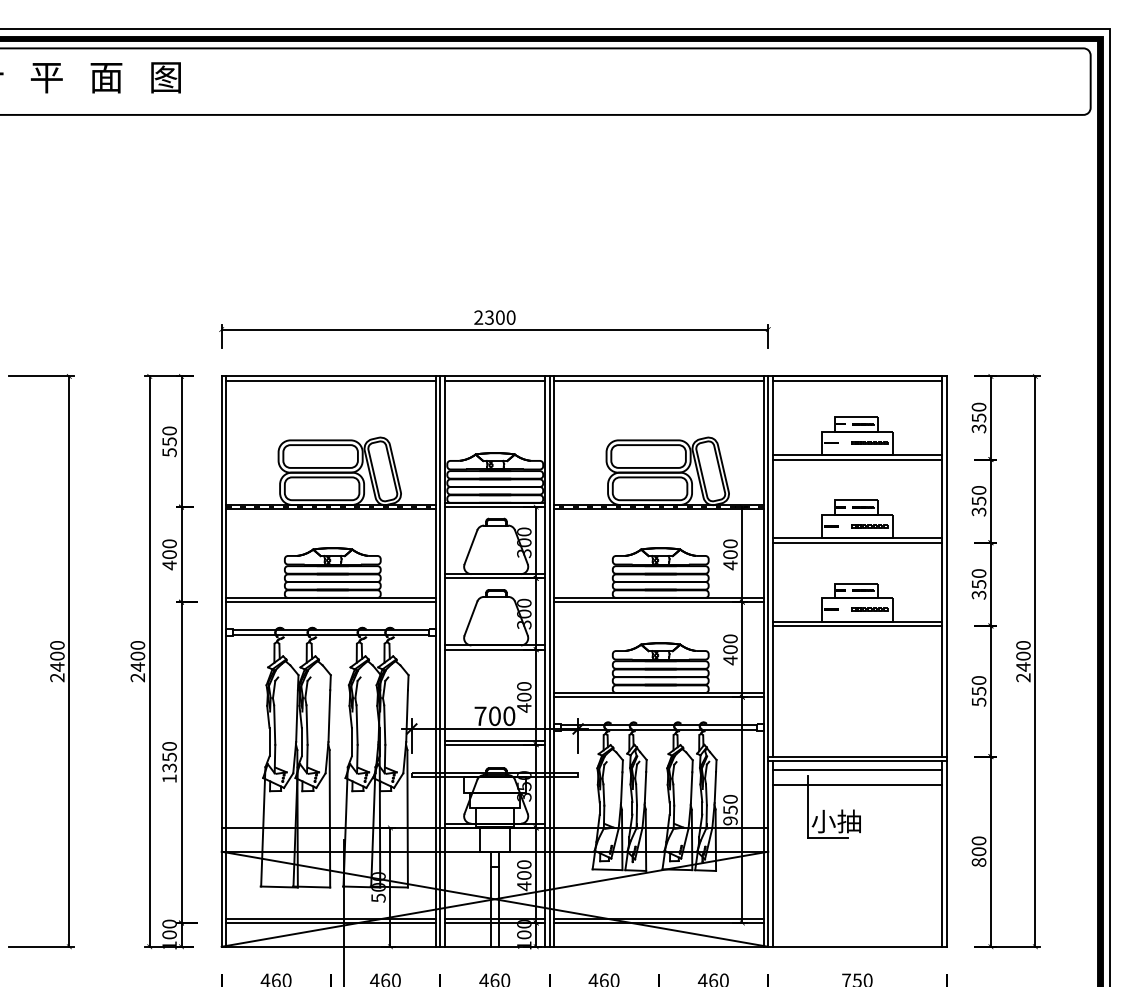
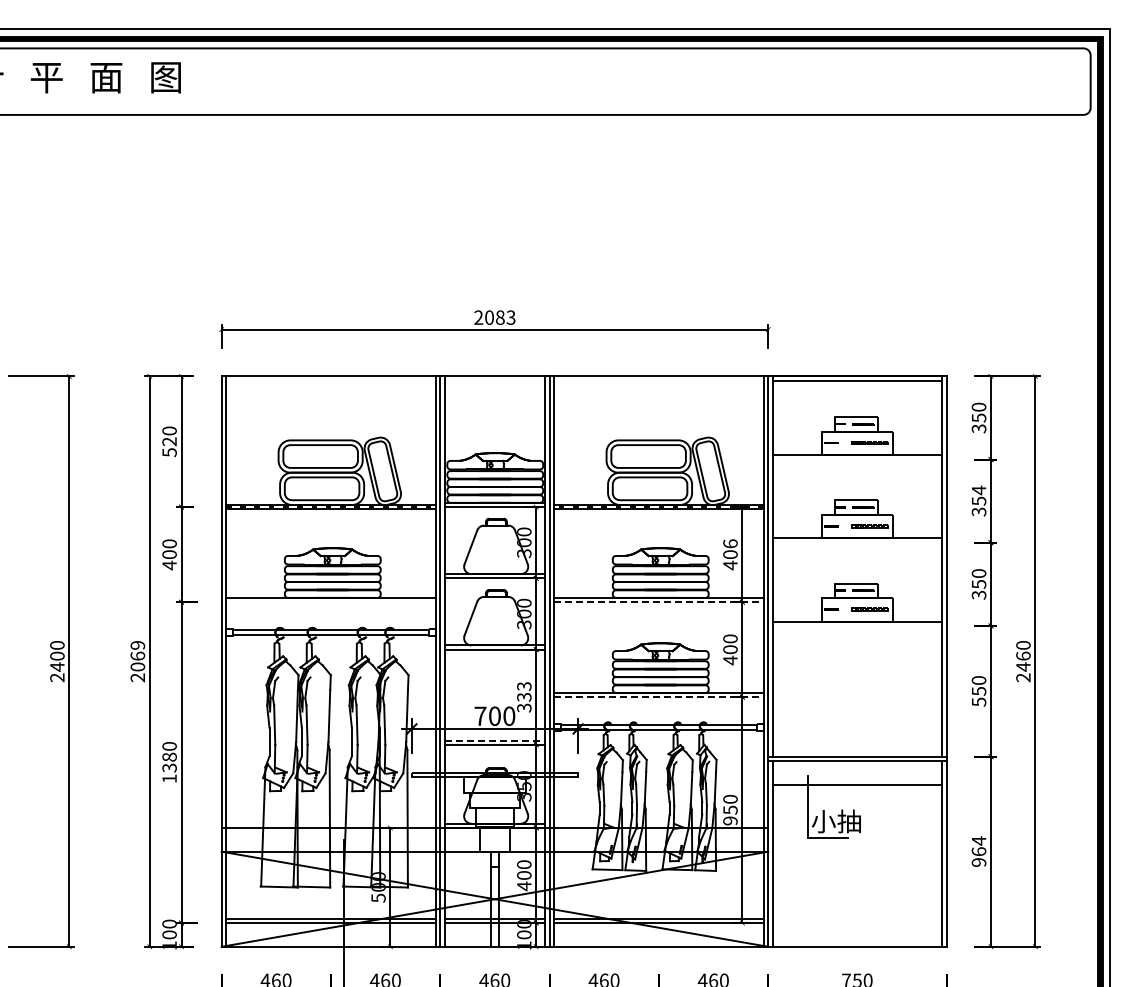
text at (500, 317): 2300 -> 2083
line at (330, 380): present -> none
line at (494, 380): present -> none
line at (658, 380): present -> none
text at (169, 441): 550 -> 520
line at (857, 459): present -> none
text at (978, 490): 350 -> 354
line at (857, 542): present -> none
text at (730, 543): 400 -> 406
line at (330, 602): present -> none
line at (659, 602): solid -> dashed
line at (857, 625): present -> none
text at (1023, 655): 2400 -> 2460
text at (137, 656): 2400 -> 2069
text at (524, 697): 400 -> 333
line at (659, 697): solid -> dashed
line at (495, 740): solid -> dashed
text at (169, 756): 1350 -> 1380
line at (857, 770): present -> none
text at (978, 851): 800 -> 964
